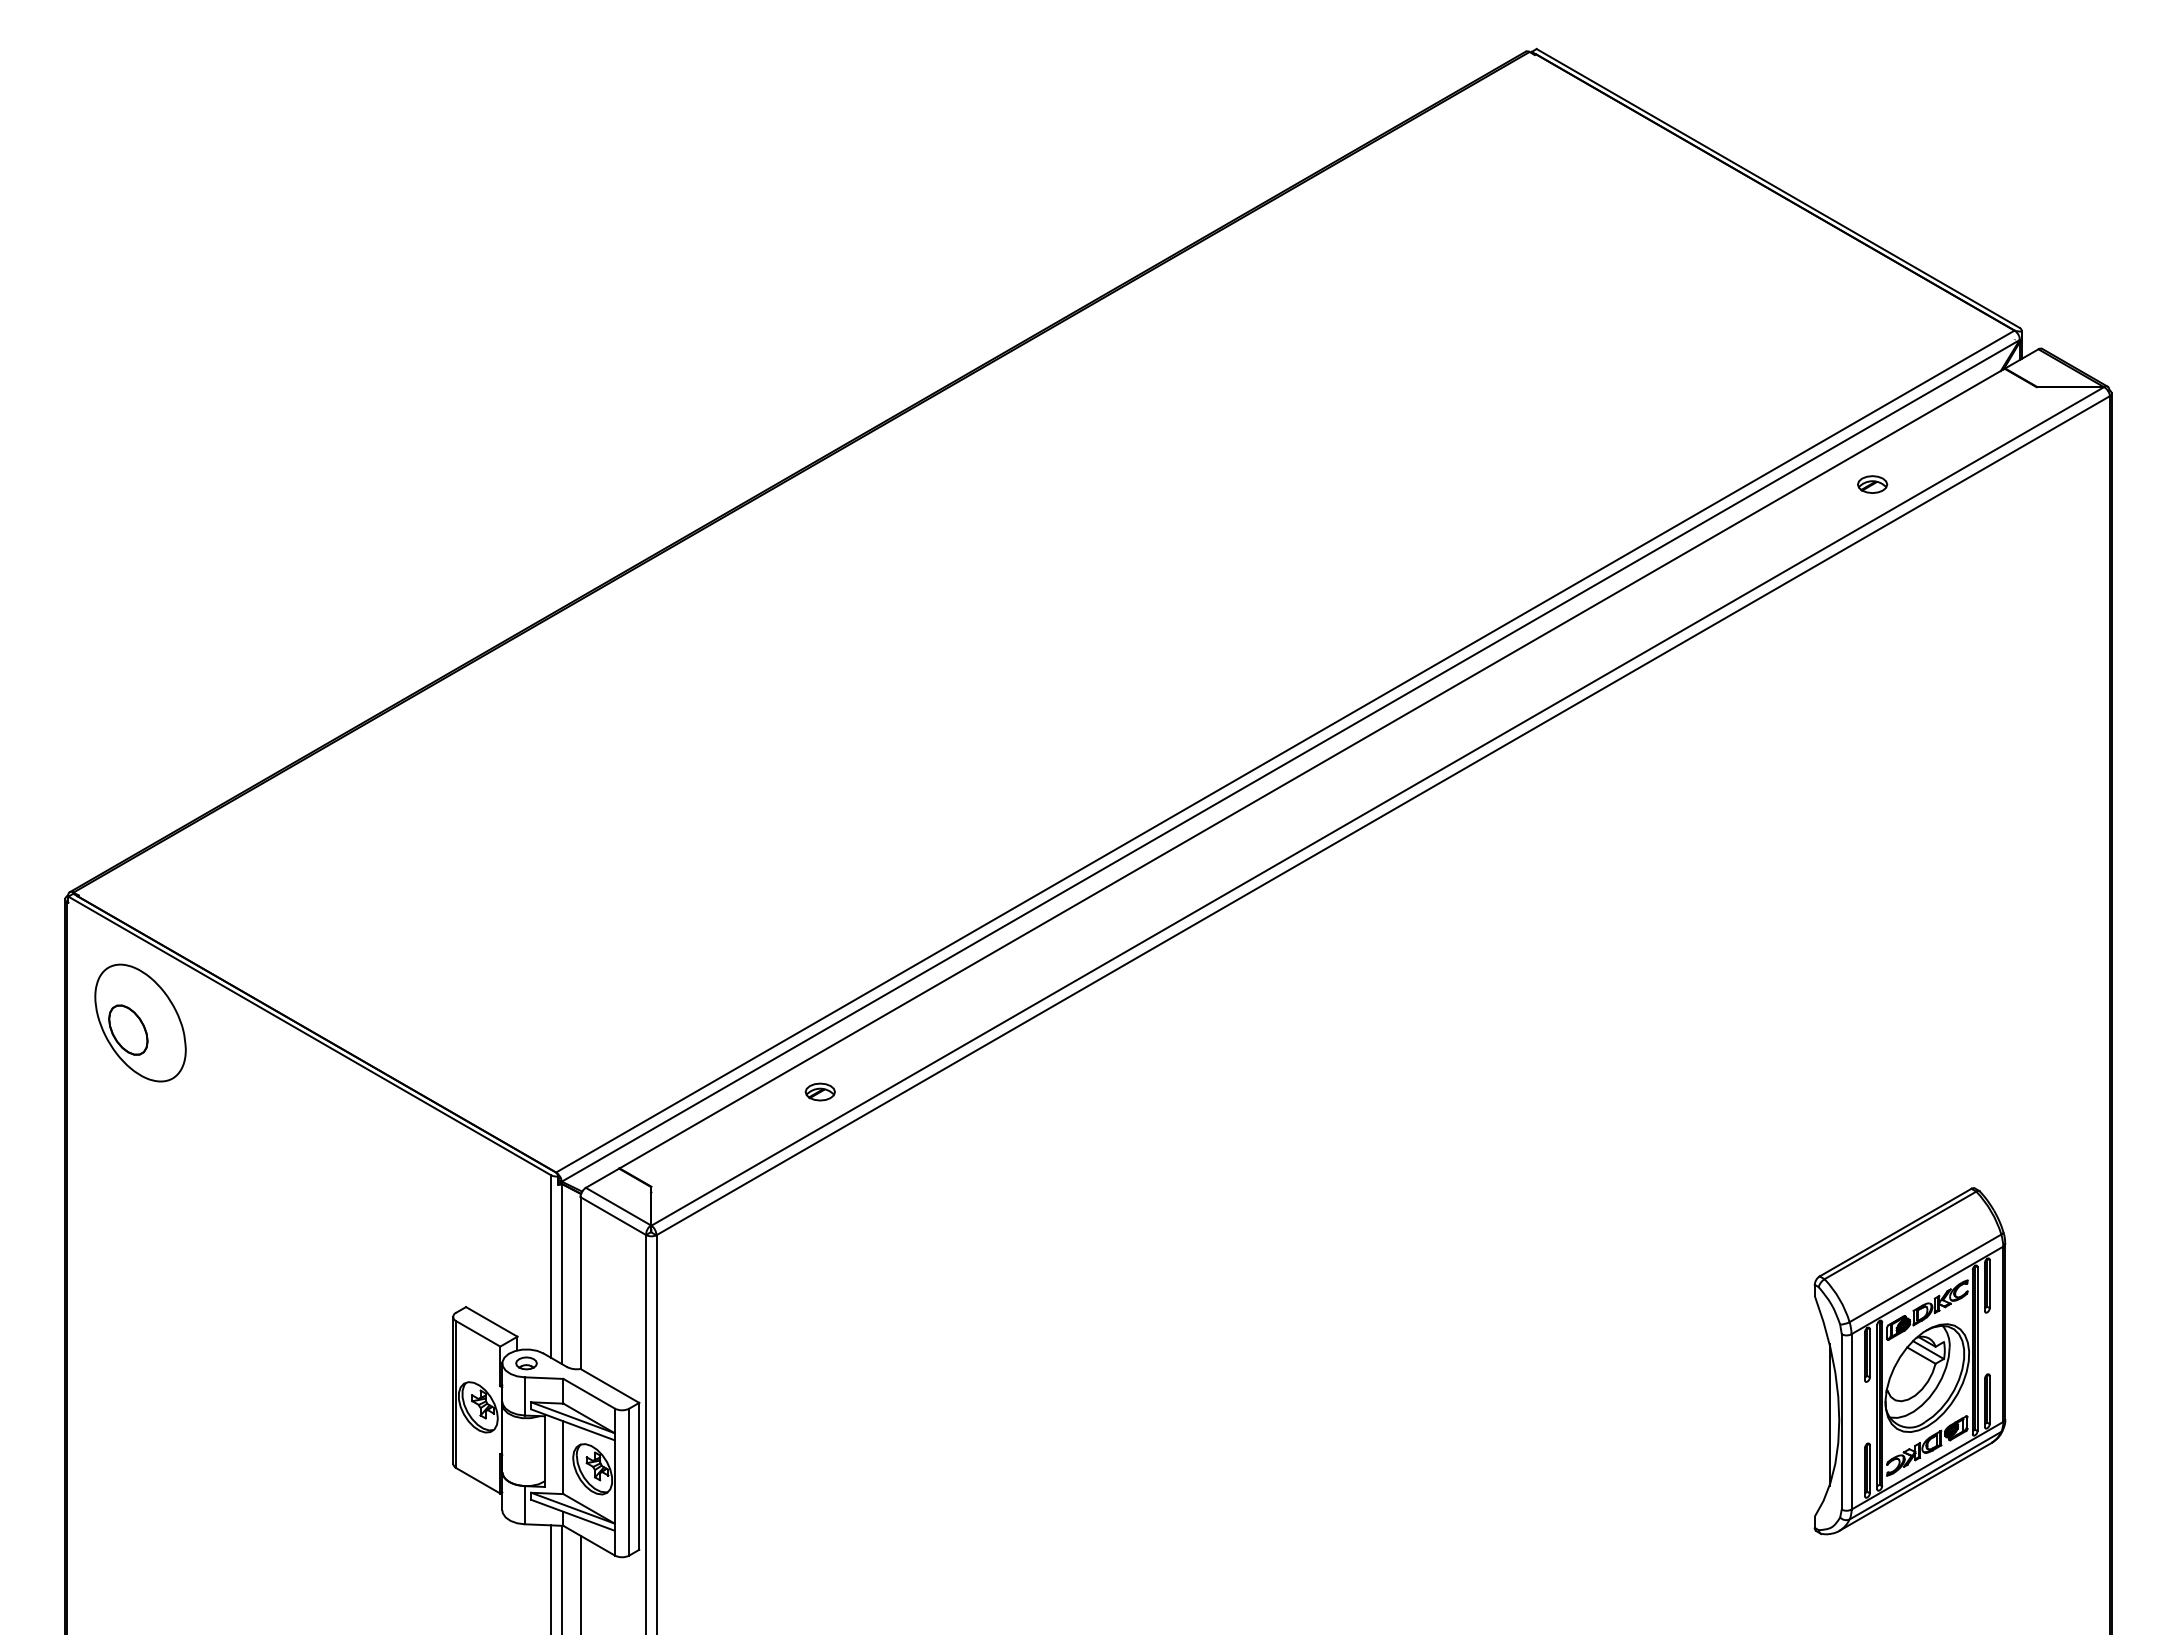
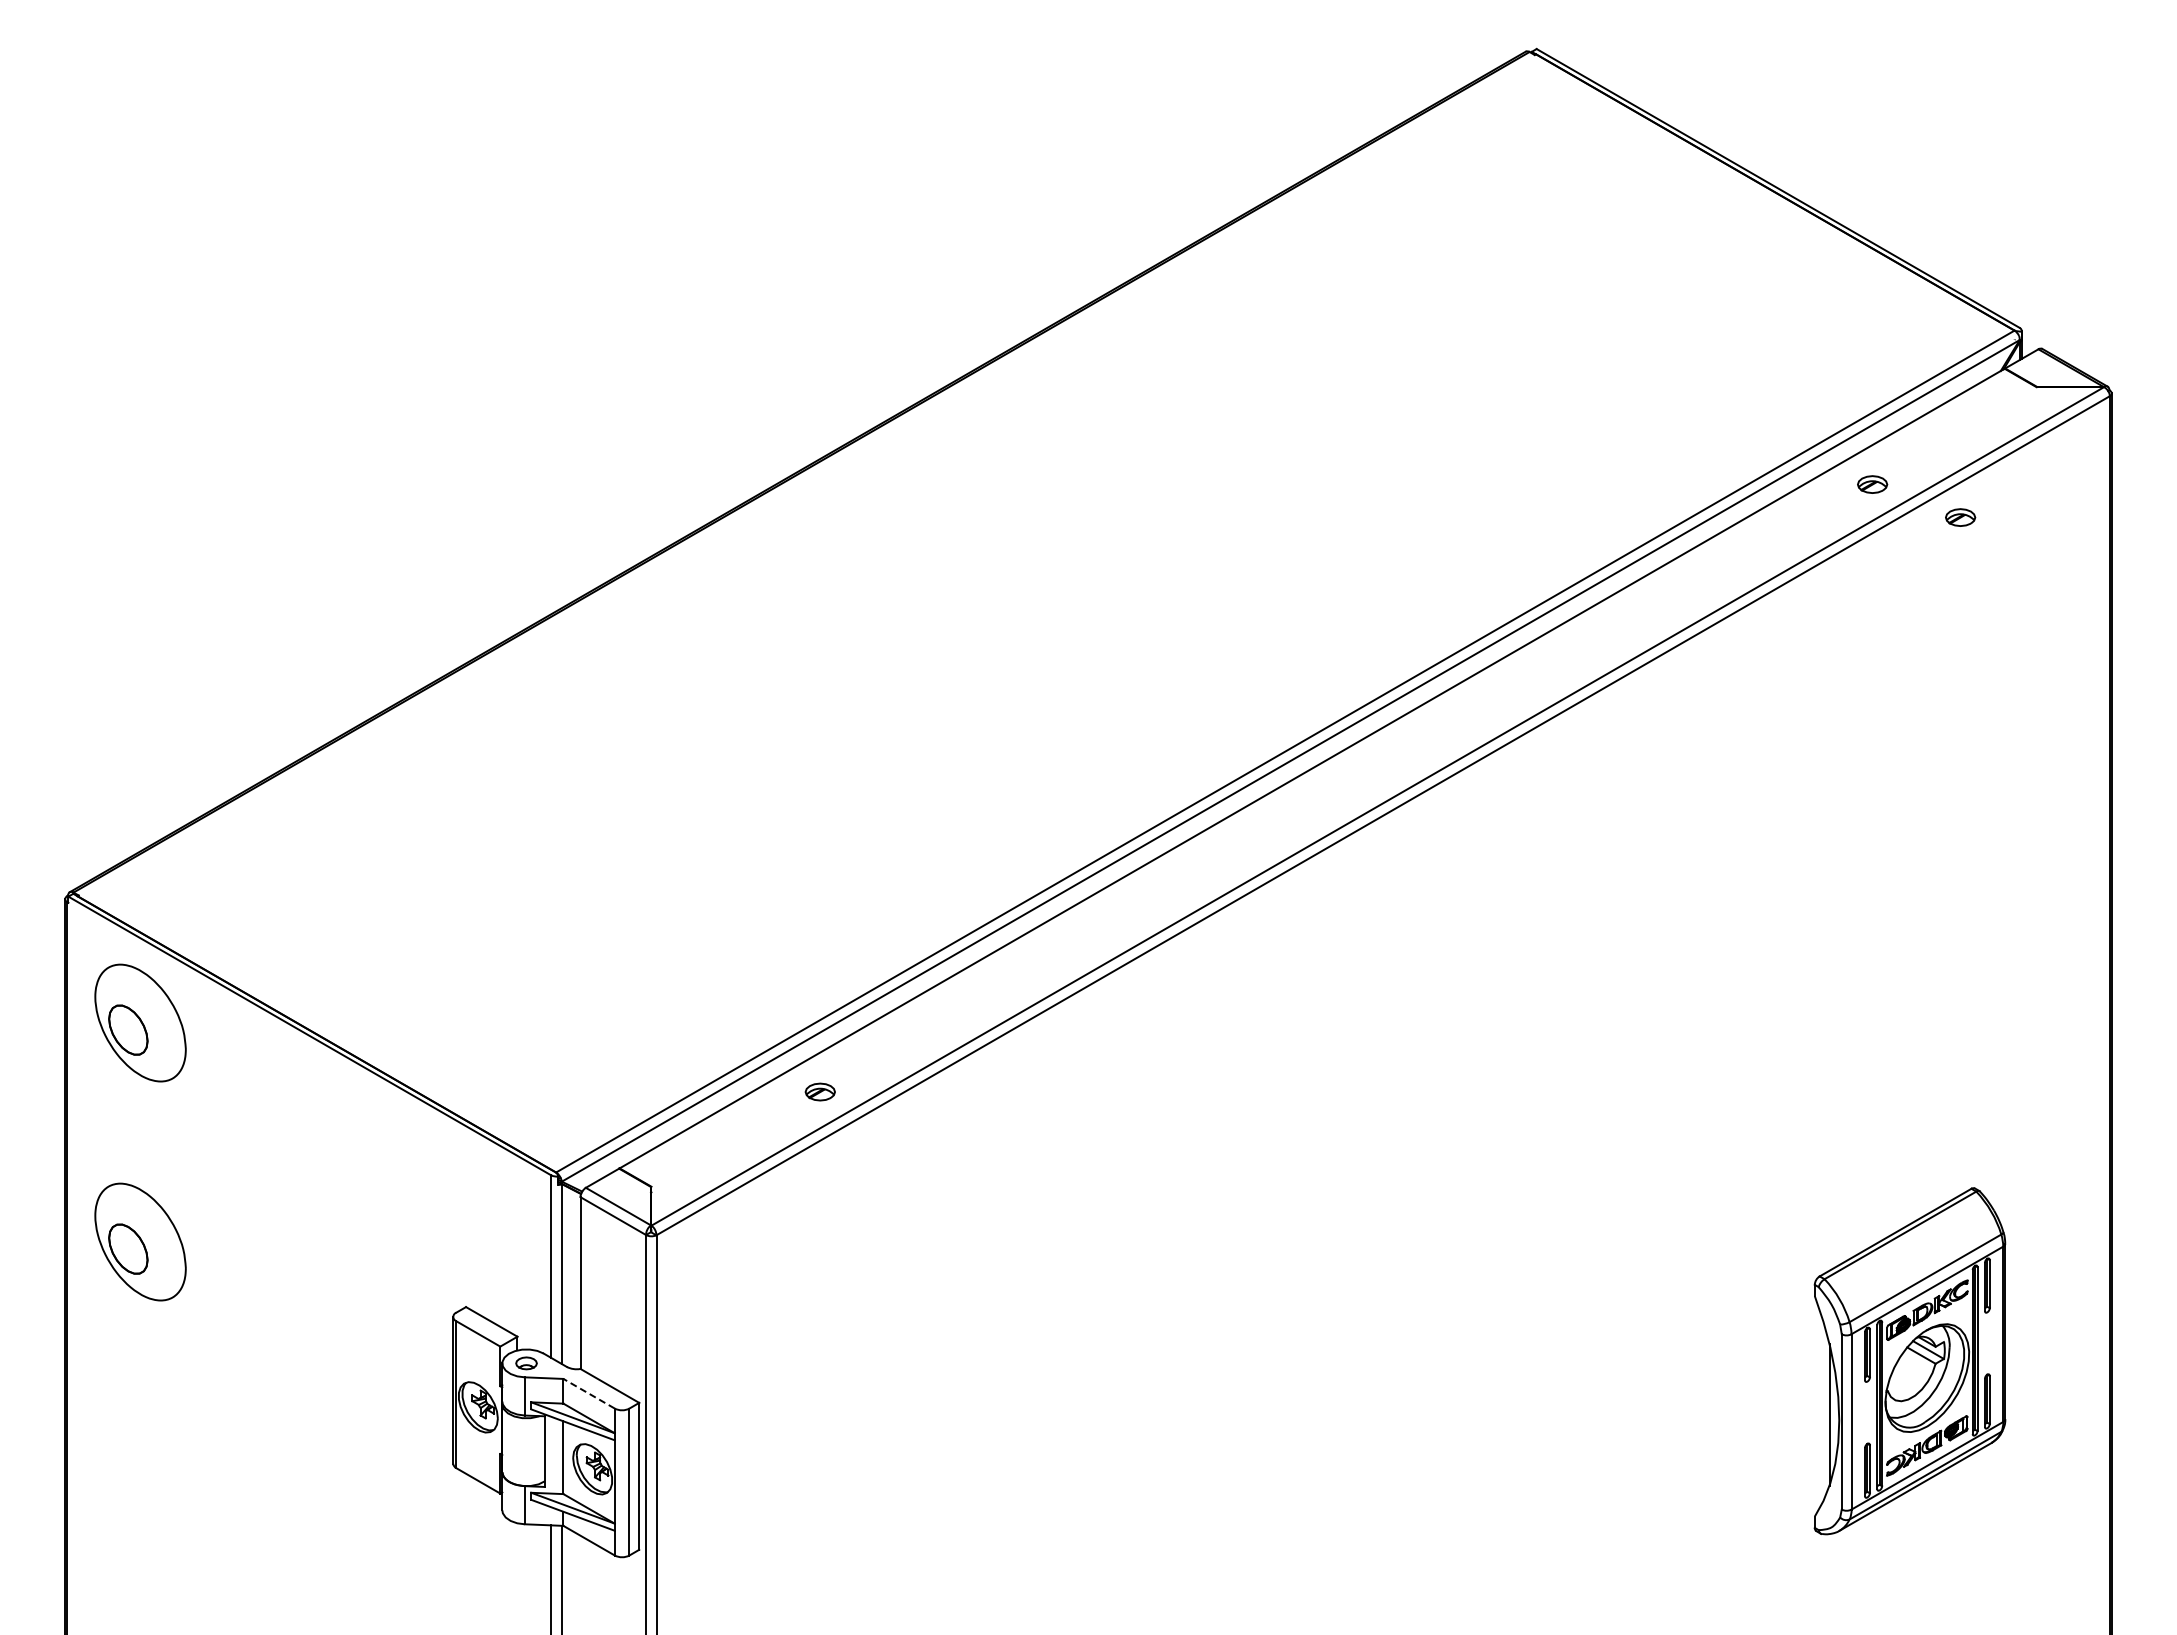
part at (1960, 517): none -> present
part at (140, 1241): none -> present
line at (589, 1393): solid -> dashed
line at (580, 1583): present -> none
